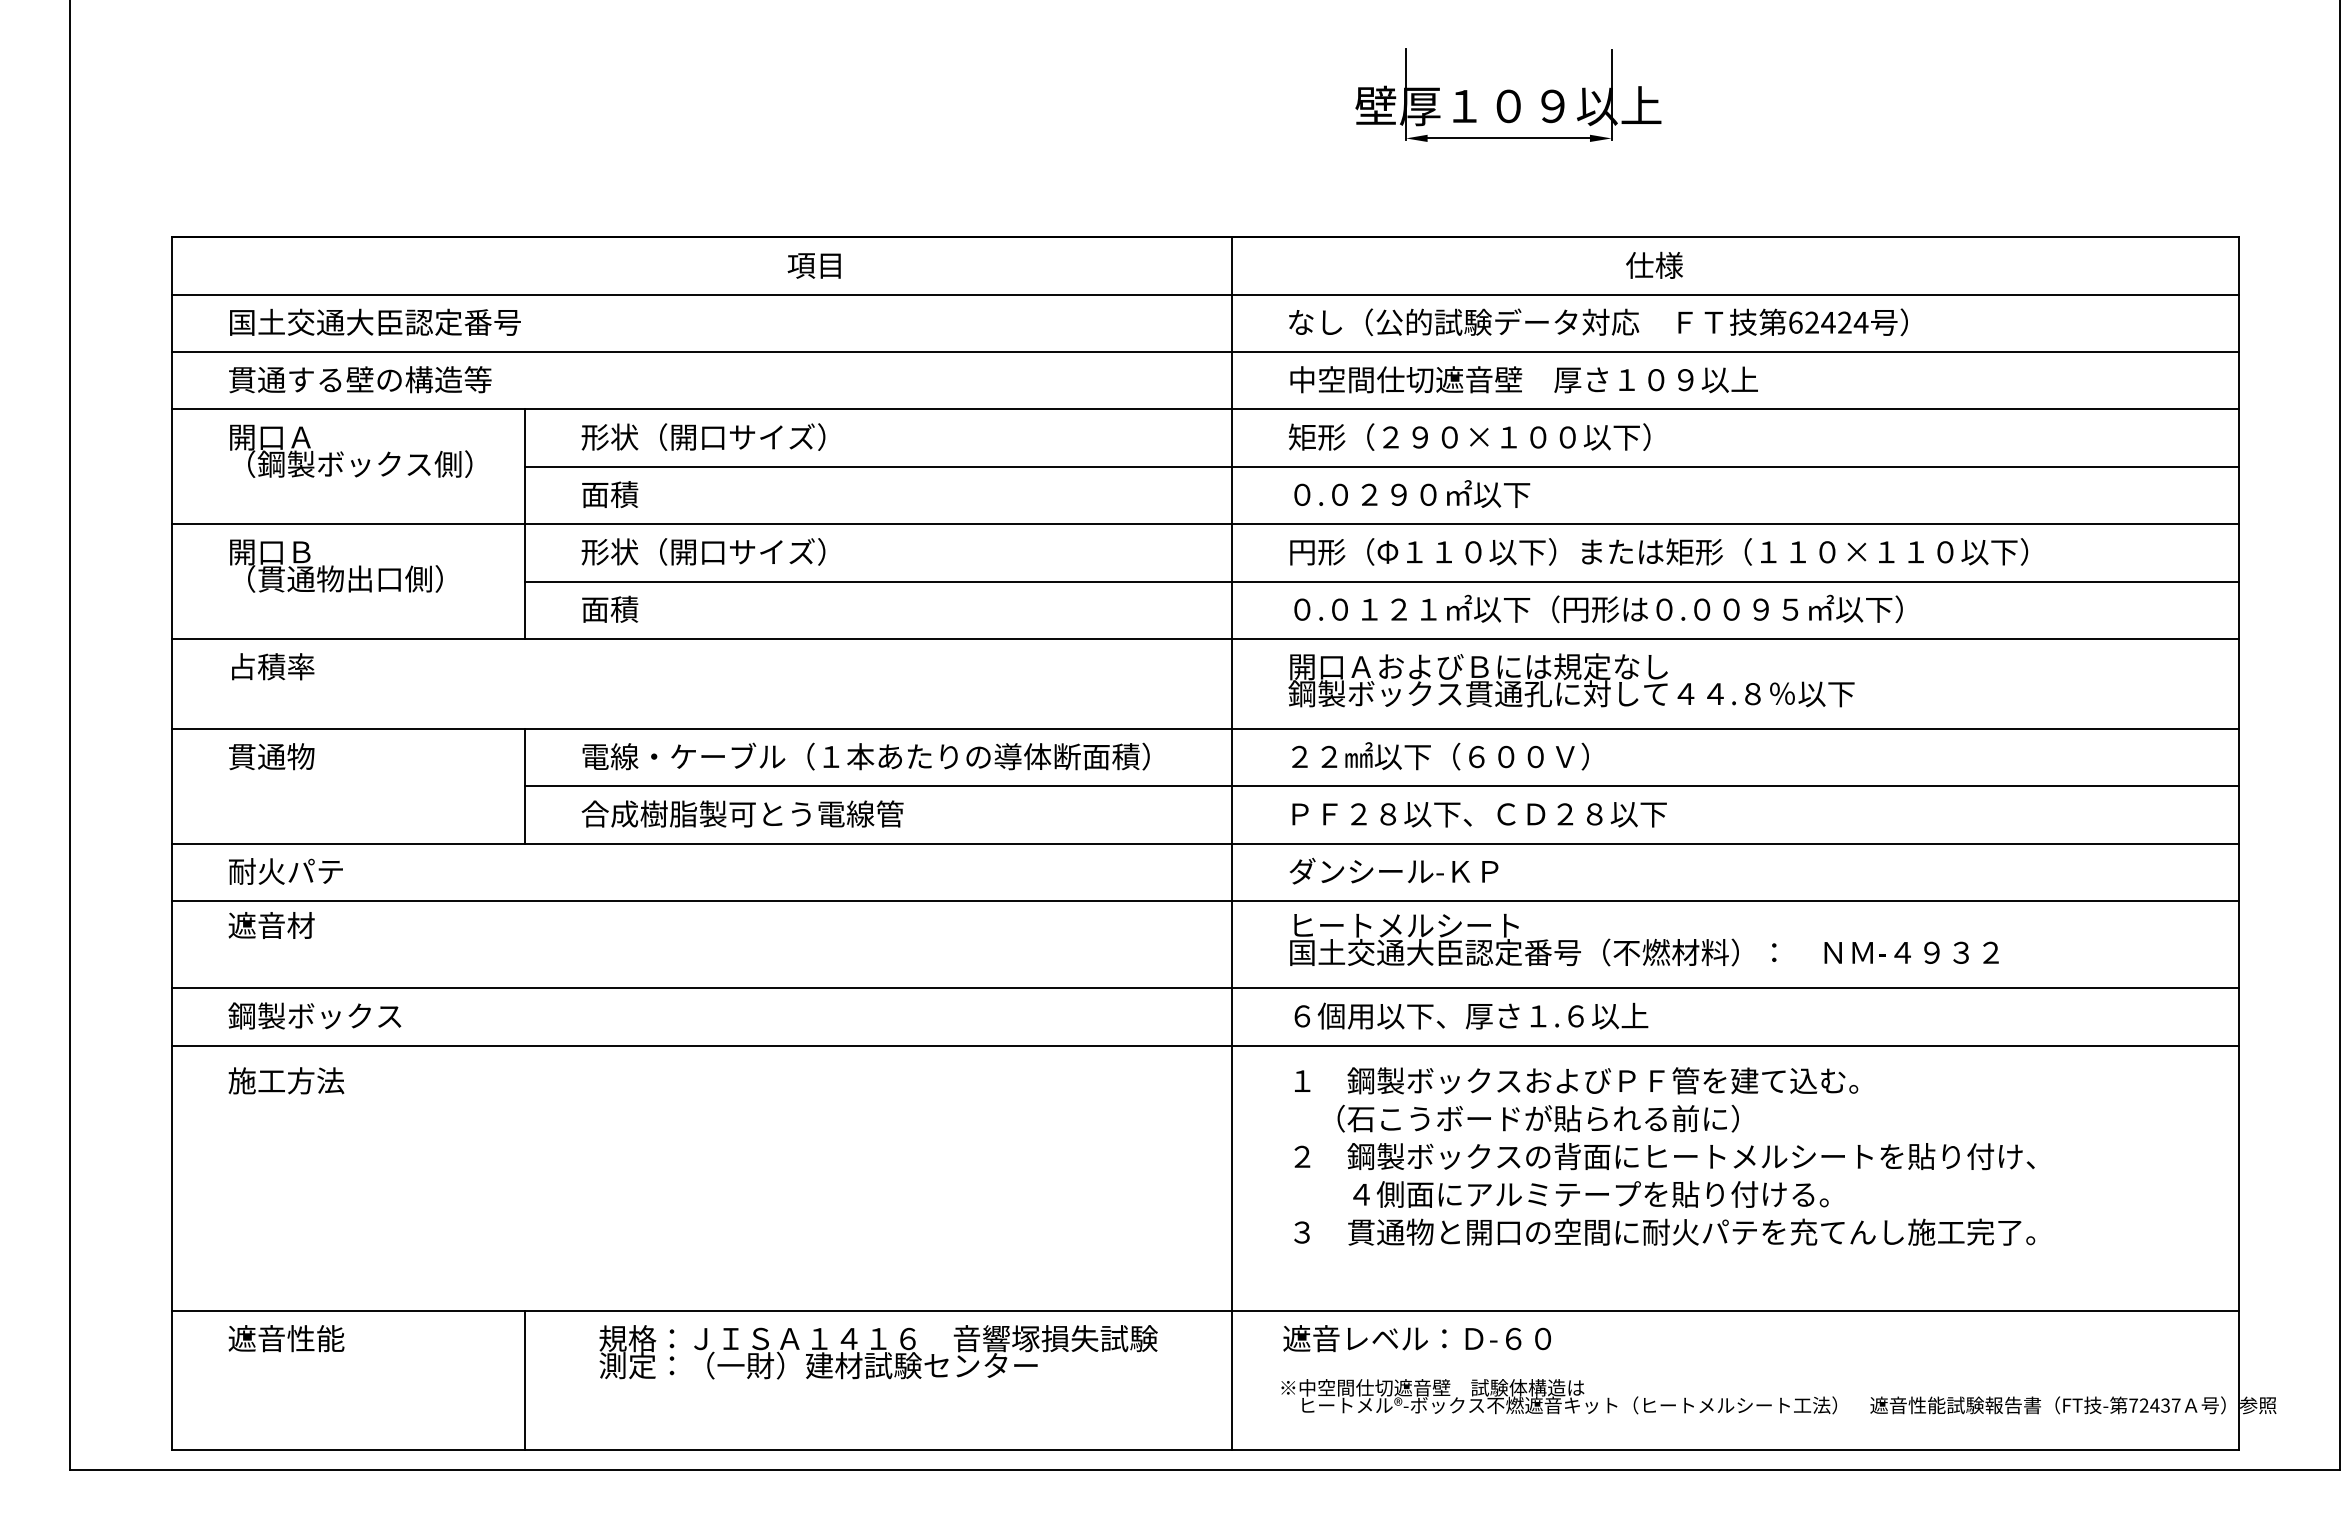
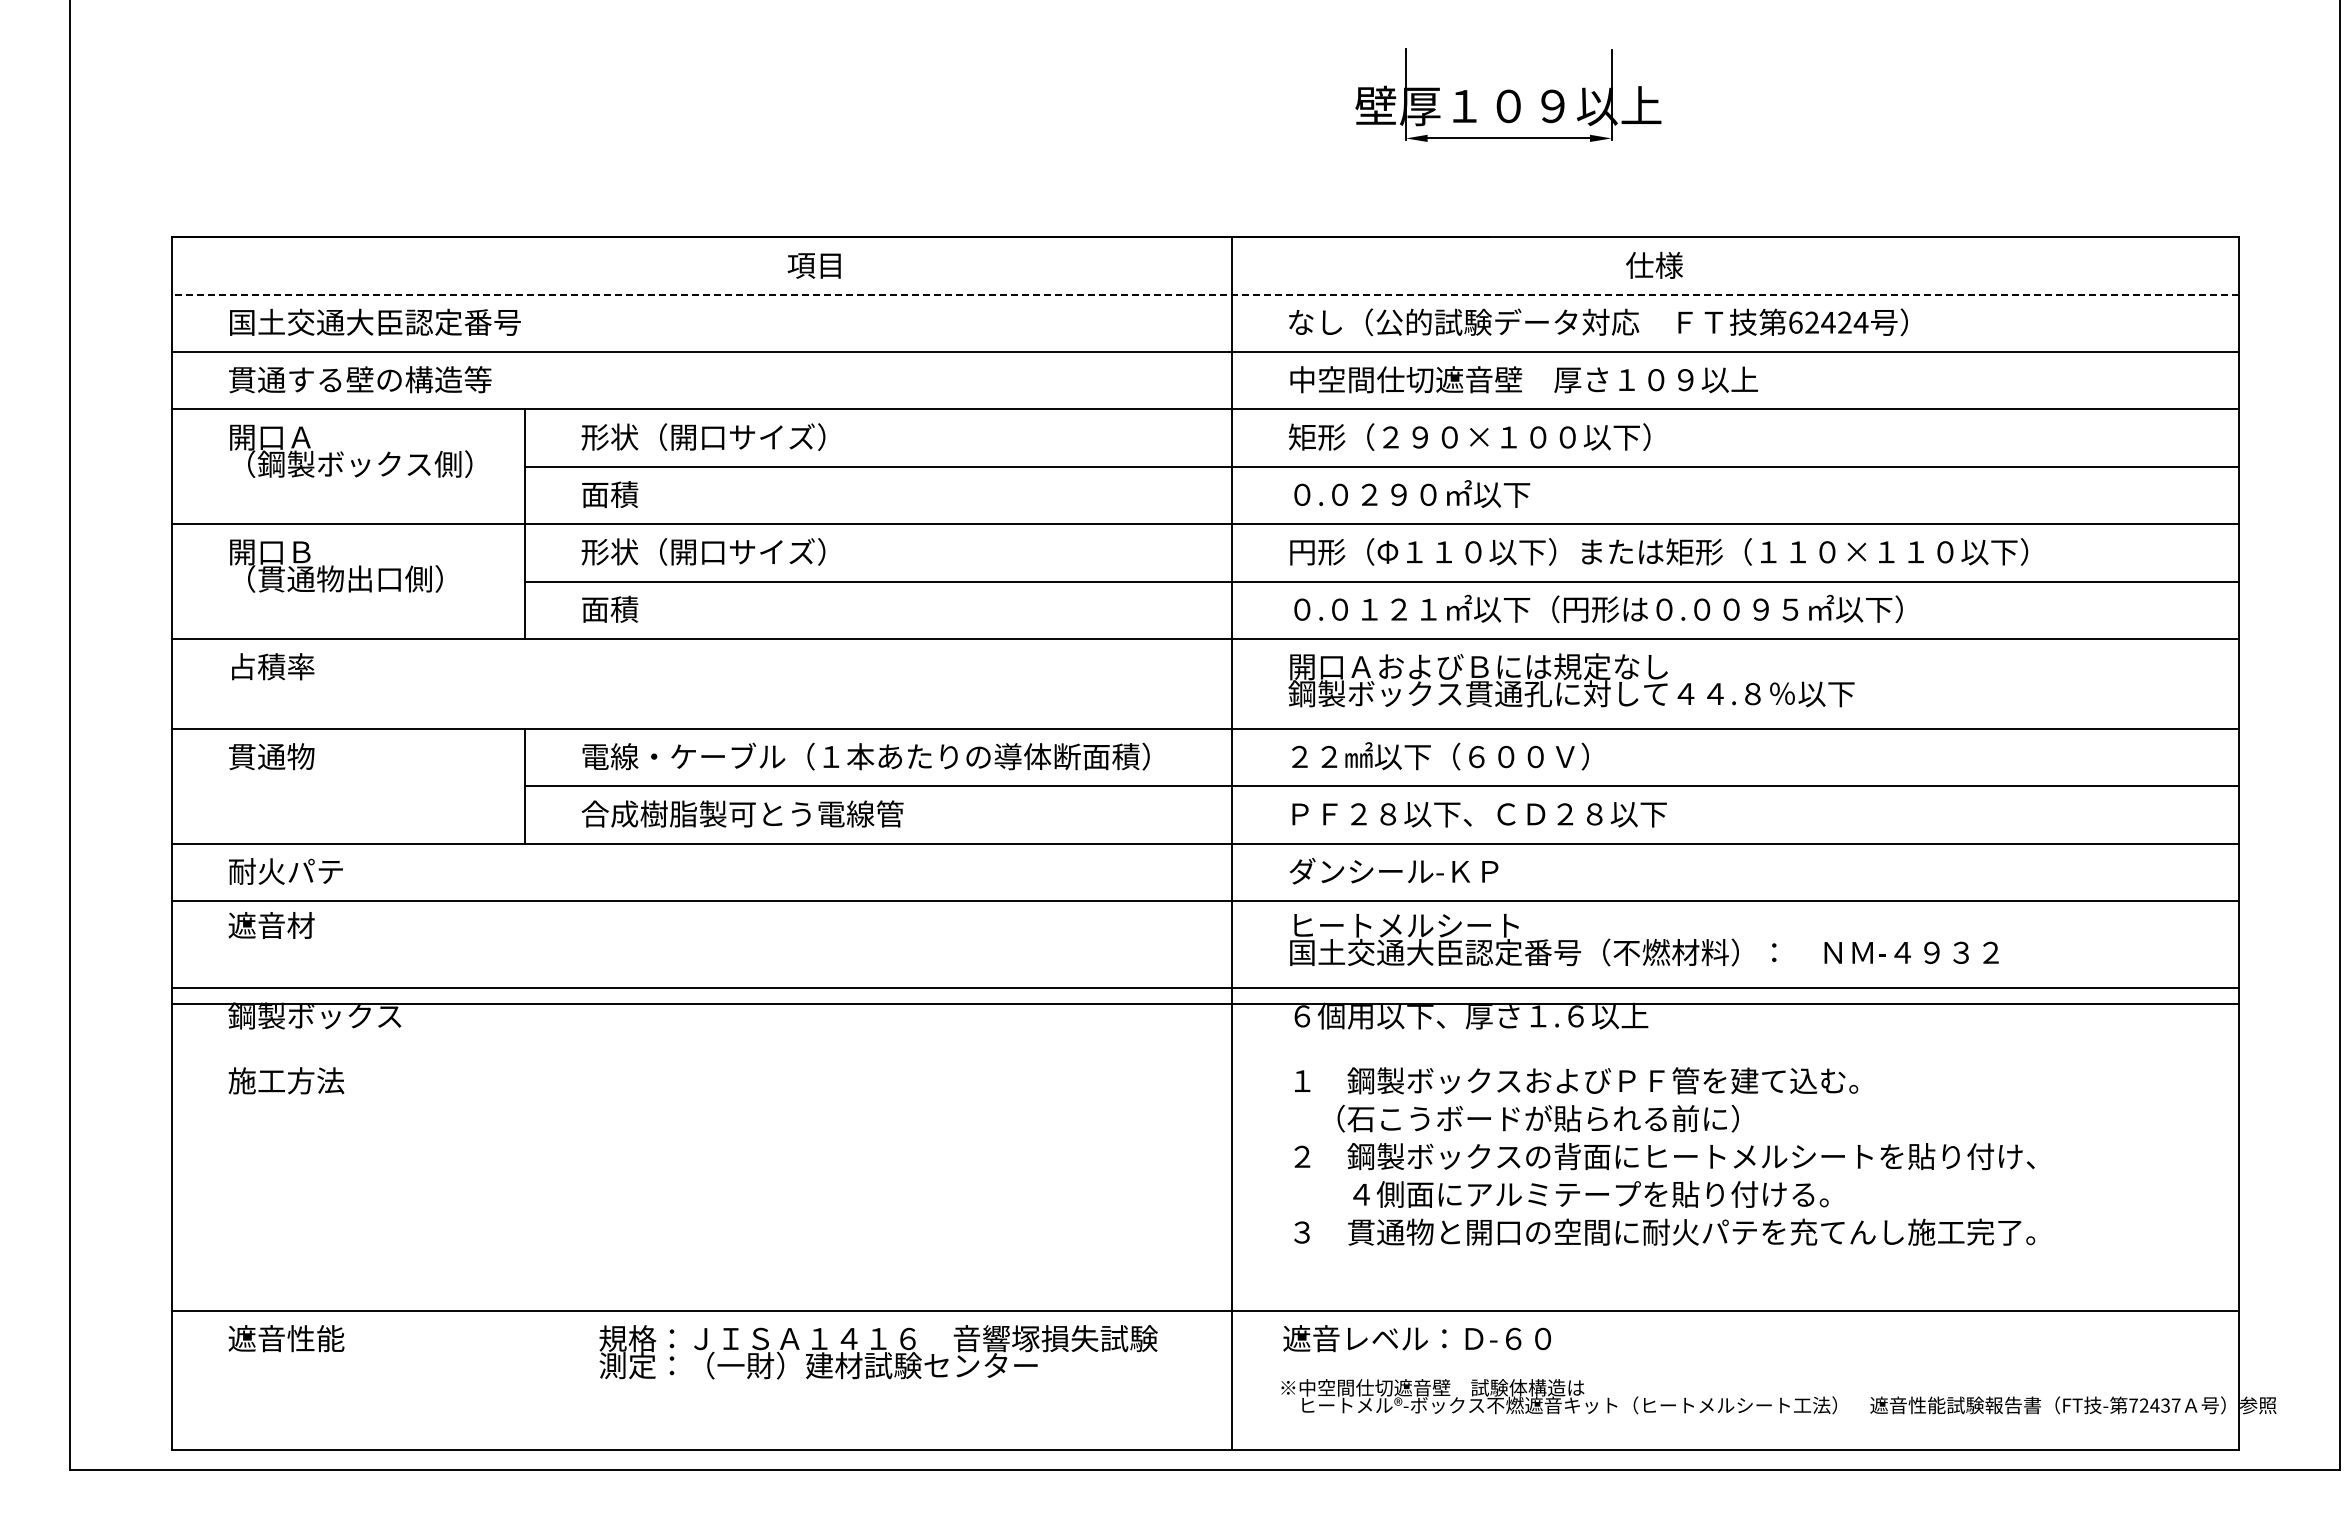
line at (1205, 294): solid -> dashed
line at (1205, 1045) position: (1205, 1045) -> (1205, 1003)
line at (524, 1379): present -> none
